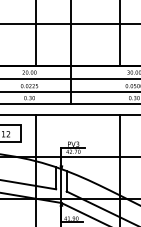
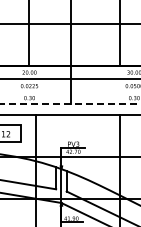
line at (36, 34) position: (36, 34) -> (29, 34)
line at (69, 91): present -> none
line at (70, 104): solid -> dashed
